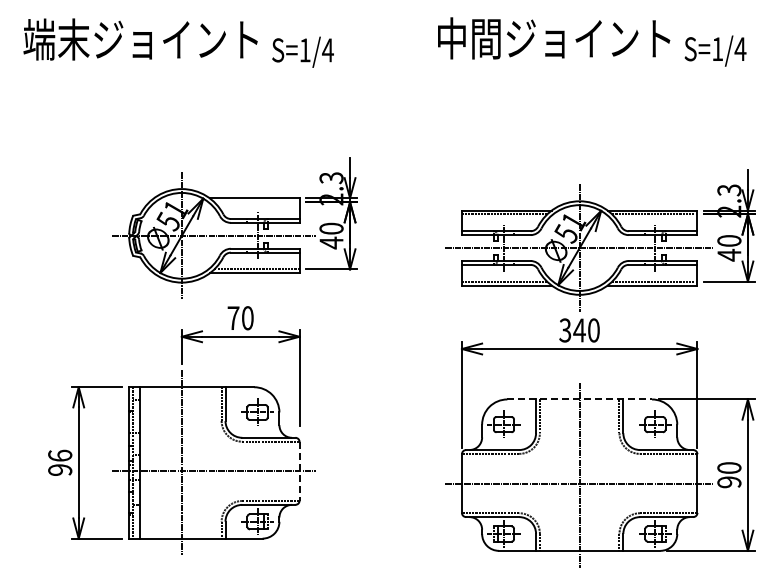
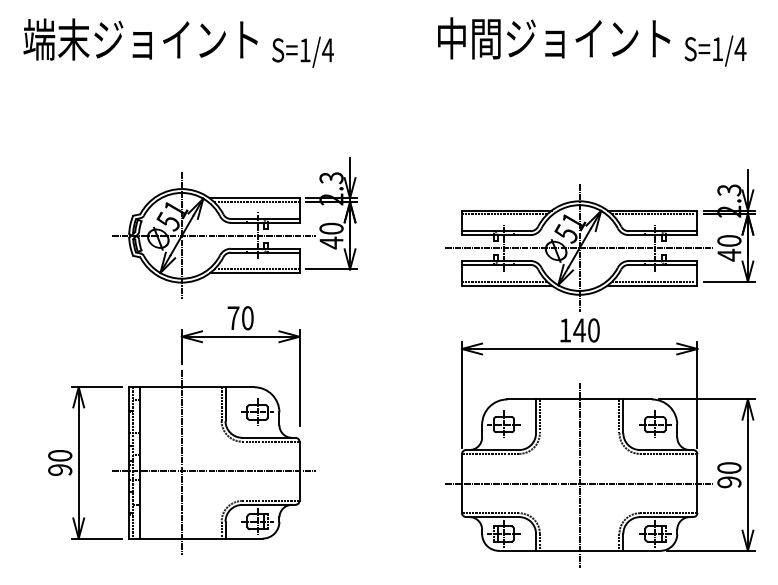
line at (256, 202): none -> present
text at (565, 330): 340 -> 140
line at (580, 399): dashed -> solid
text at (60, 455): 96 -> 90
line at (299, 471): dashed -> solid
